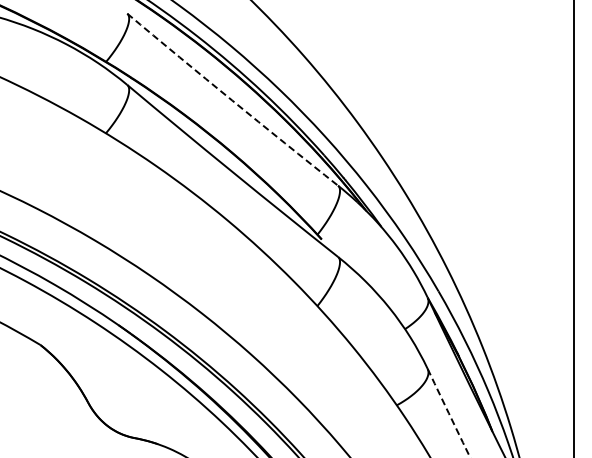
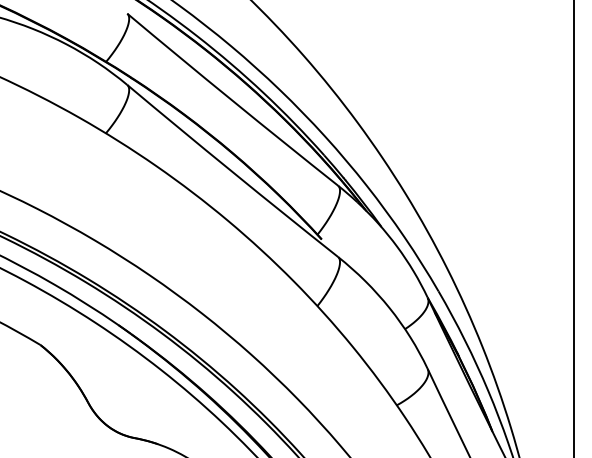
arc at (232, 100): dashed -> solid
arc at (449, 413): dashed -> solid
